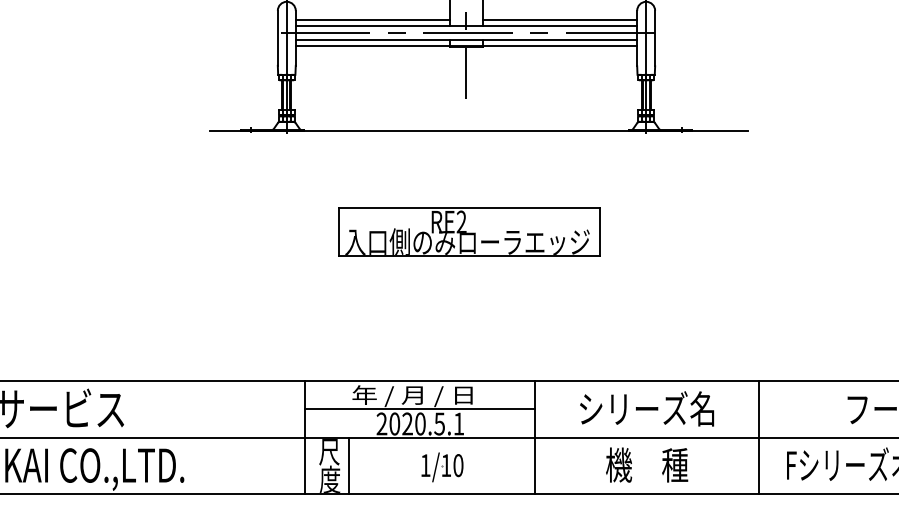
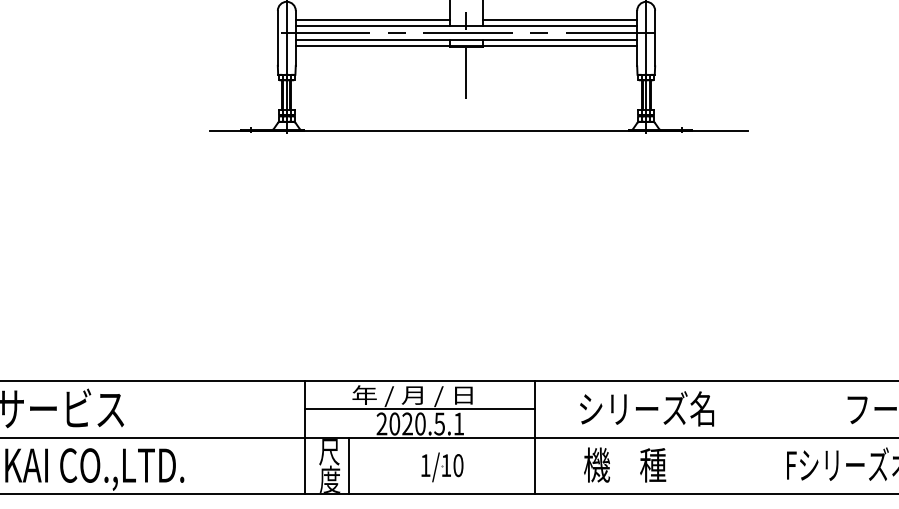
part at (469, 231): present -> none
line at (759, 437): present -> none
text at (647, 464) position: (647, 464) -> (625, 464)
